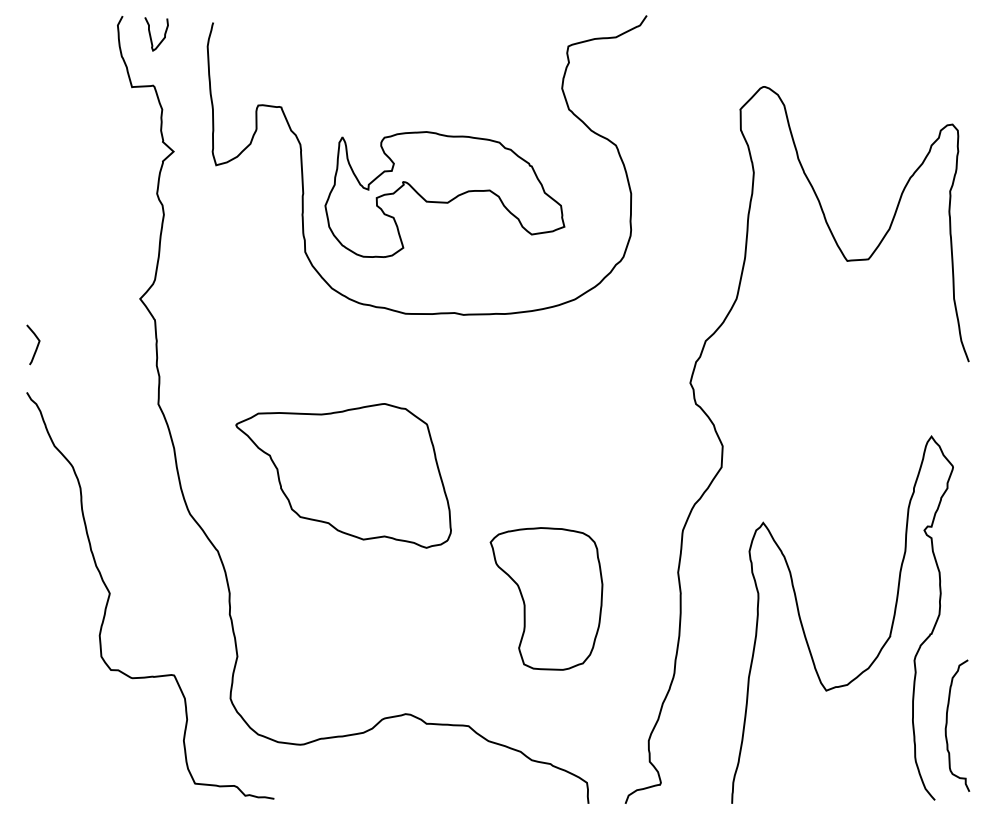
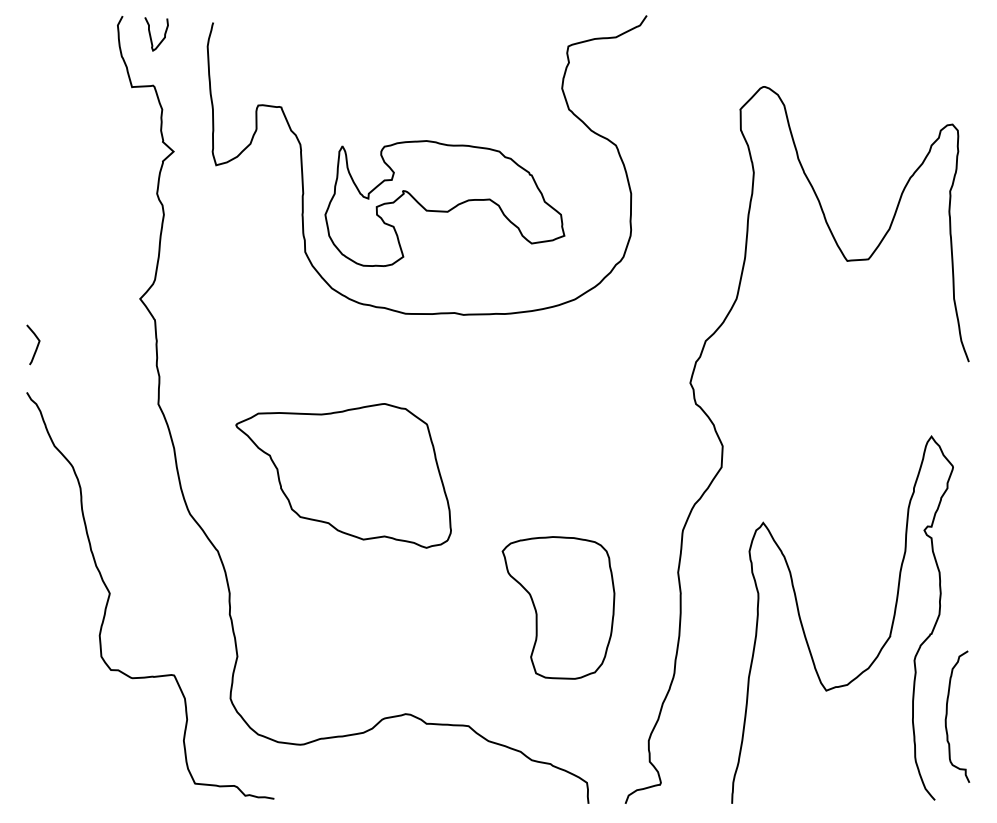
part at (444, 194) position: (444, 194) -> (444, 203)
part at (546, 598) position: (546, 598) -> (558, 607)
curve at (947, 725) position: (947, 725) -> (947, 716)
